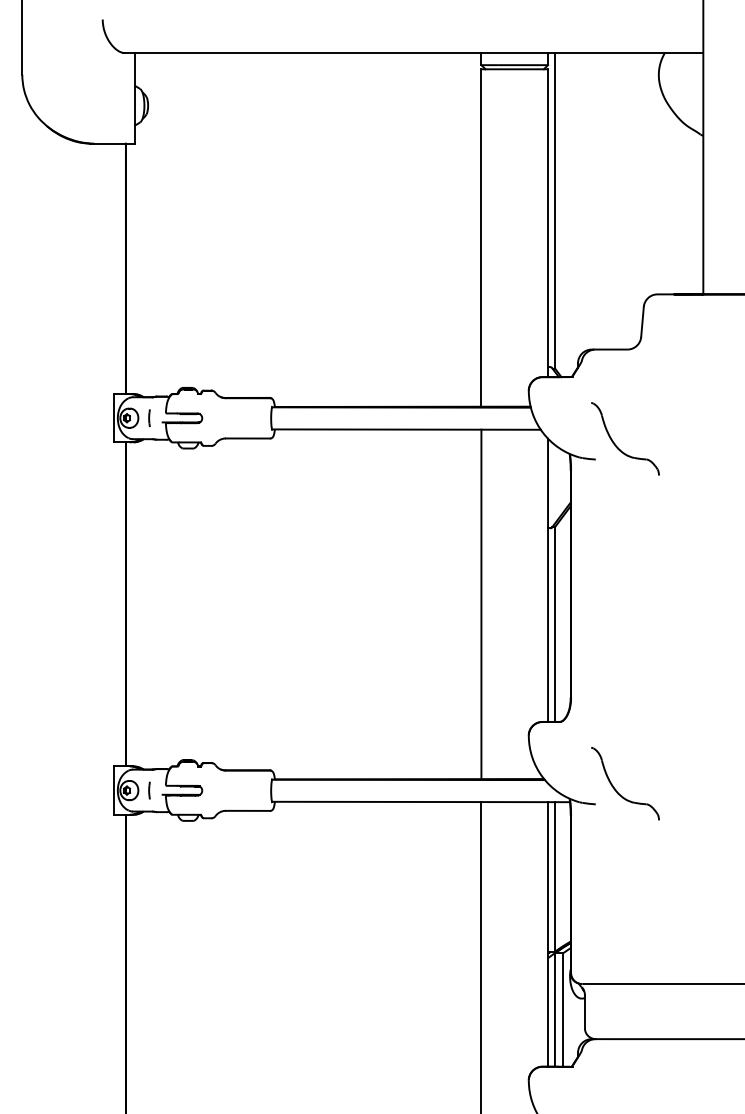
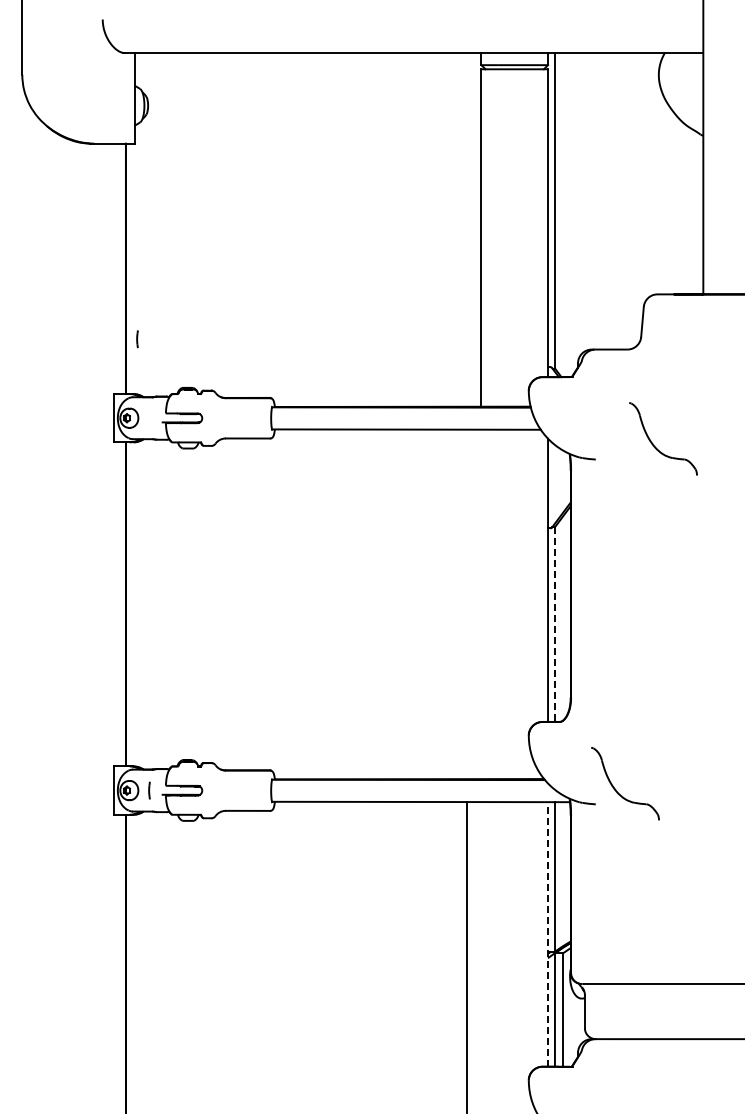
line at (149, 418) position: (149, 418) -> (137, 339)
part at (615, 443) position: (615, 443) -> (653, 443)
line at (481, 604): present -> none
line at (555, 625): solid -> dashed
line at (548, 933): solid -> dashed
line at (481, 956) position: (481, 956) -> (467, 956)
